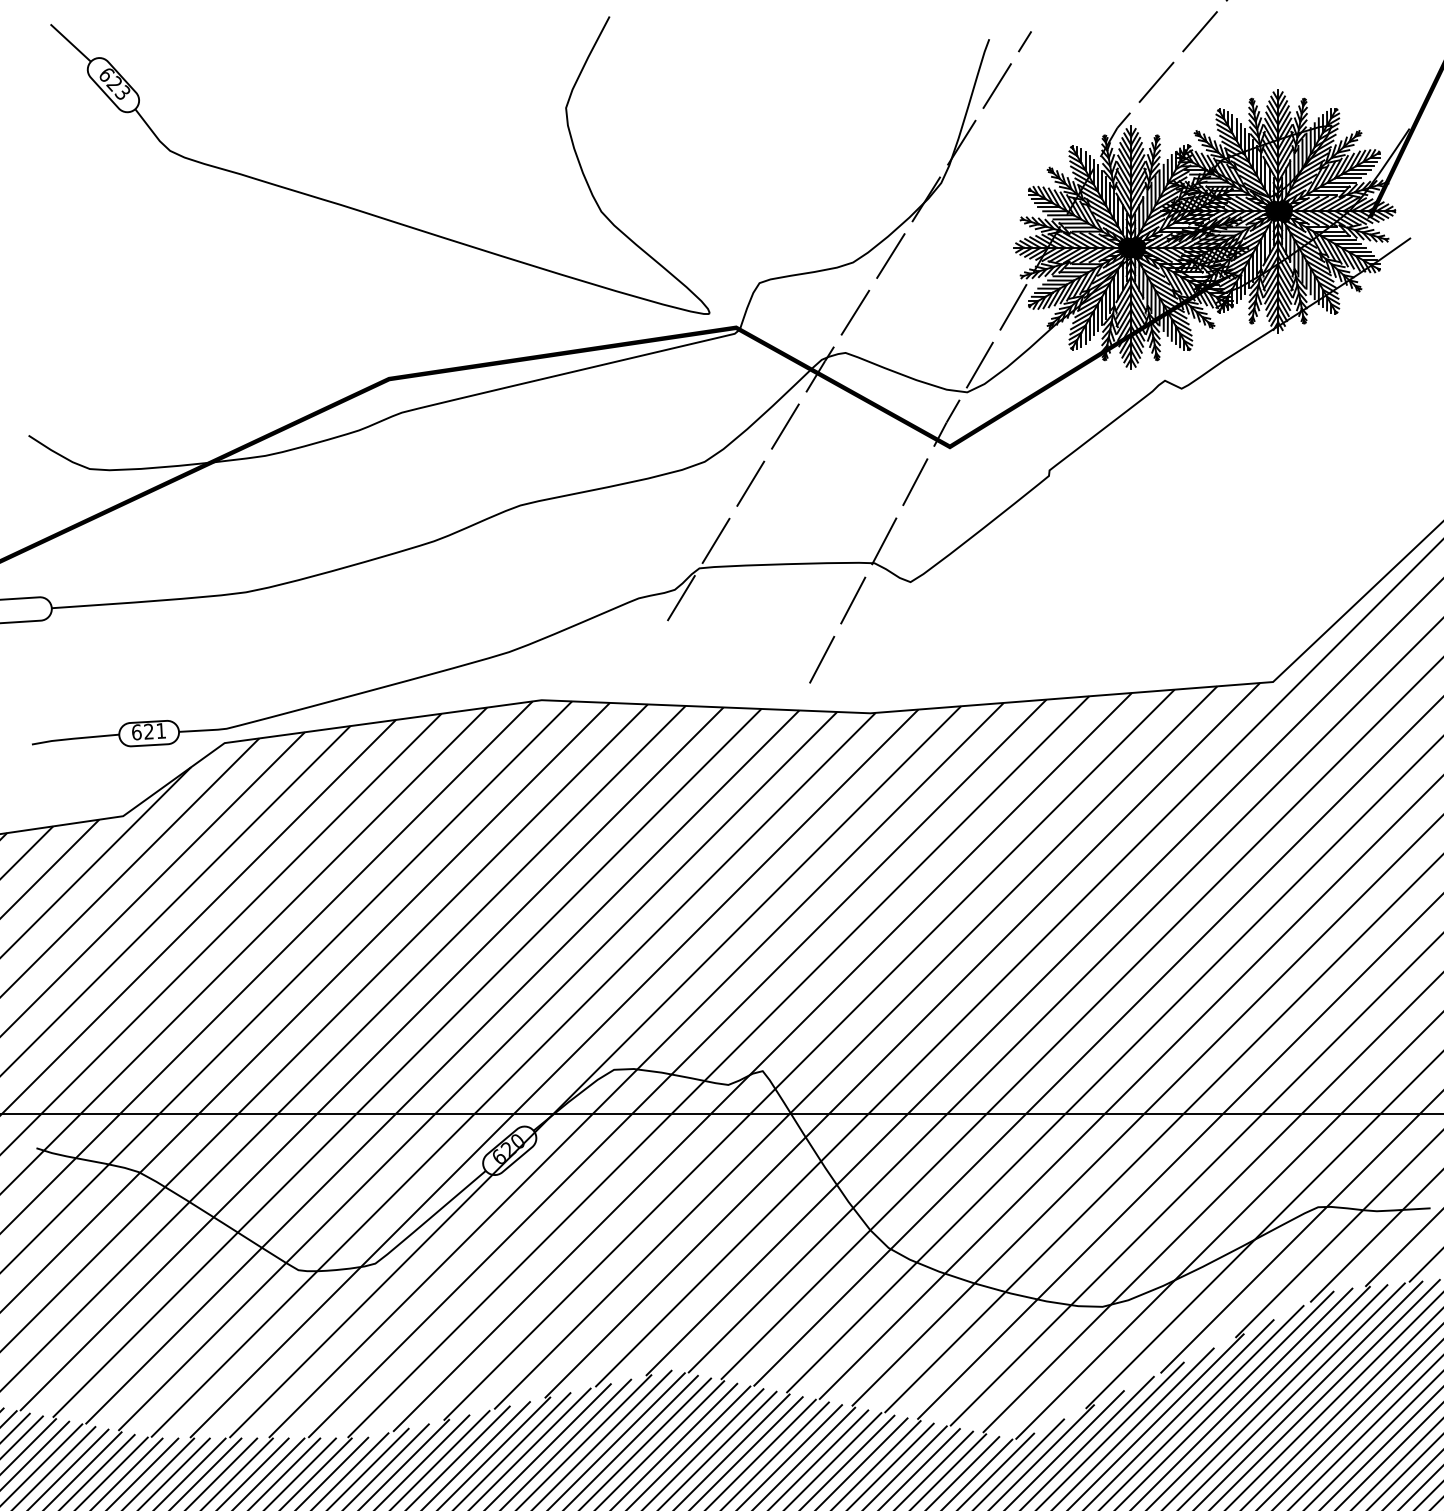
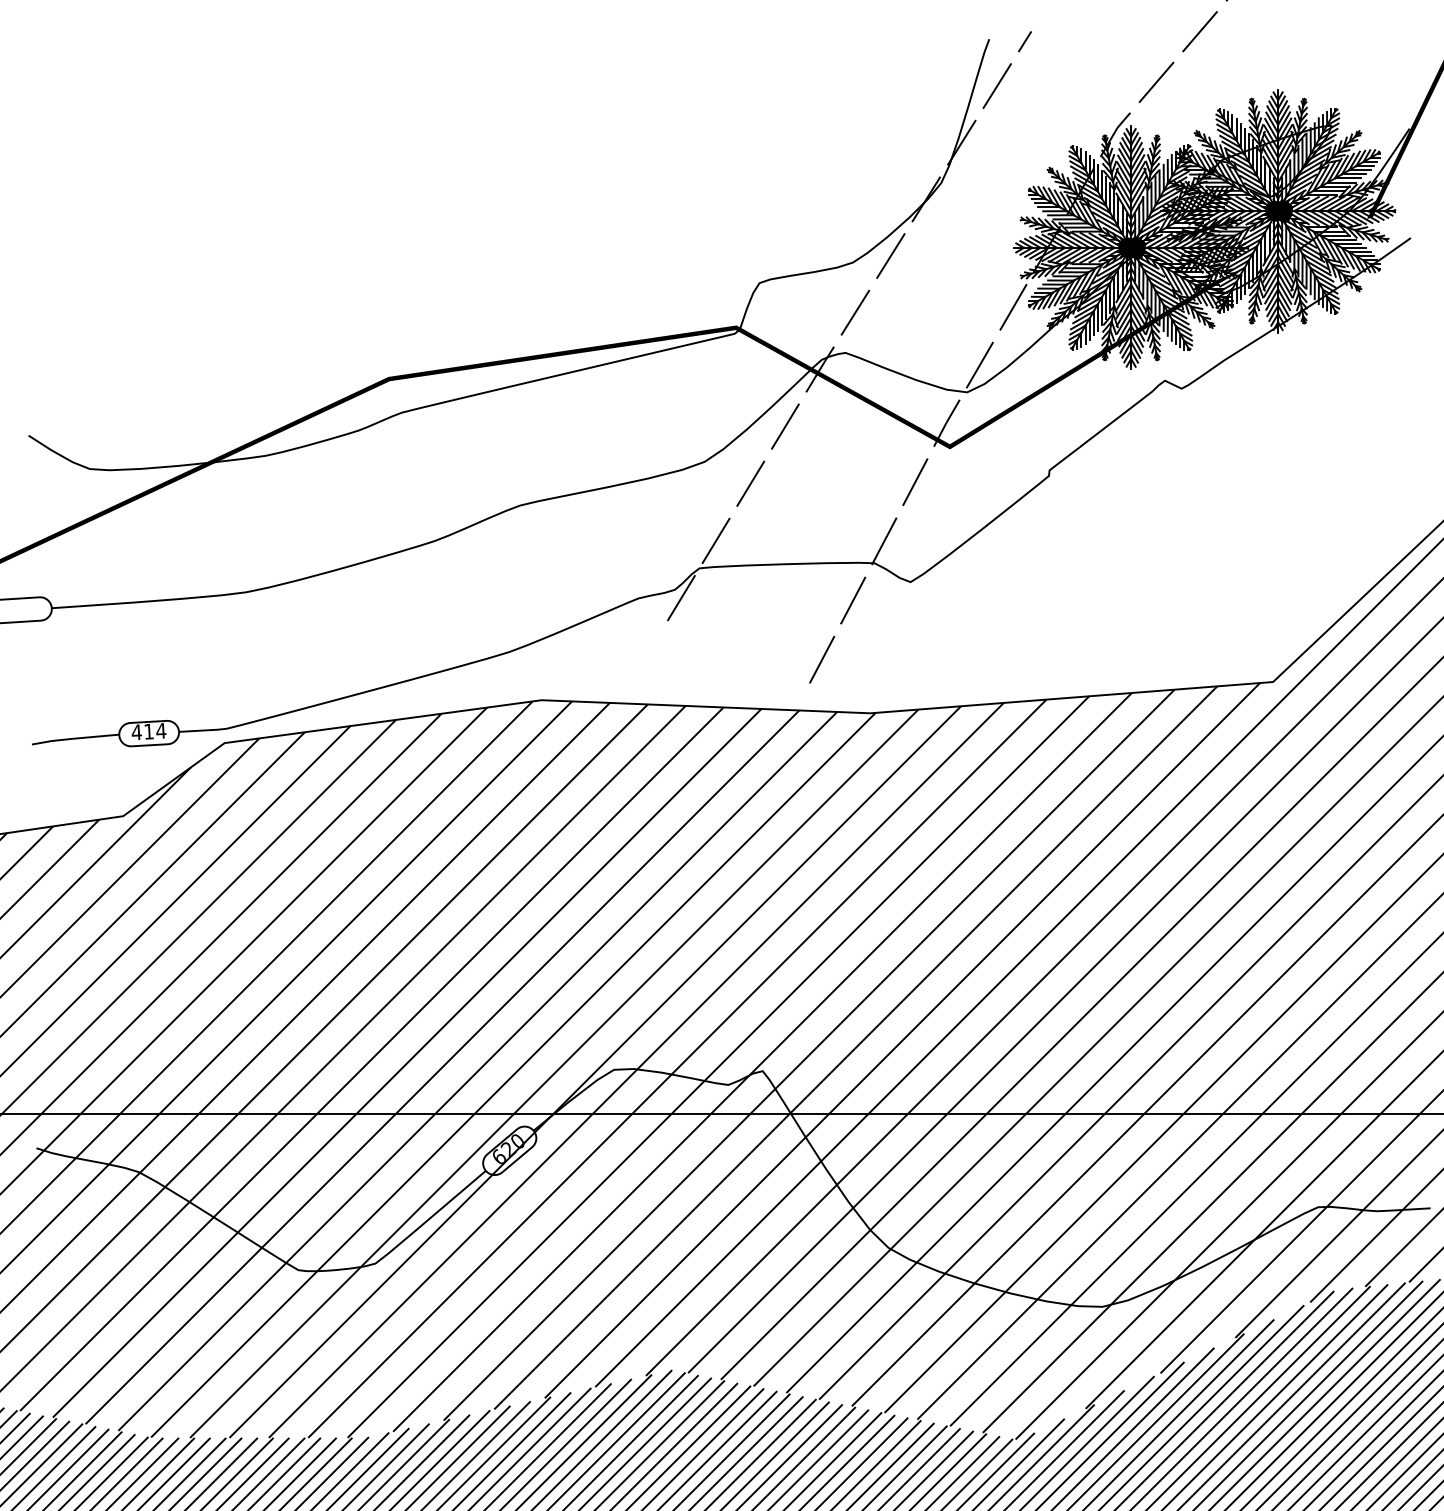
part at (365, 211): present -> none
text at (148, 731): 621 -> 414
